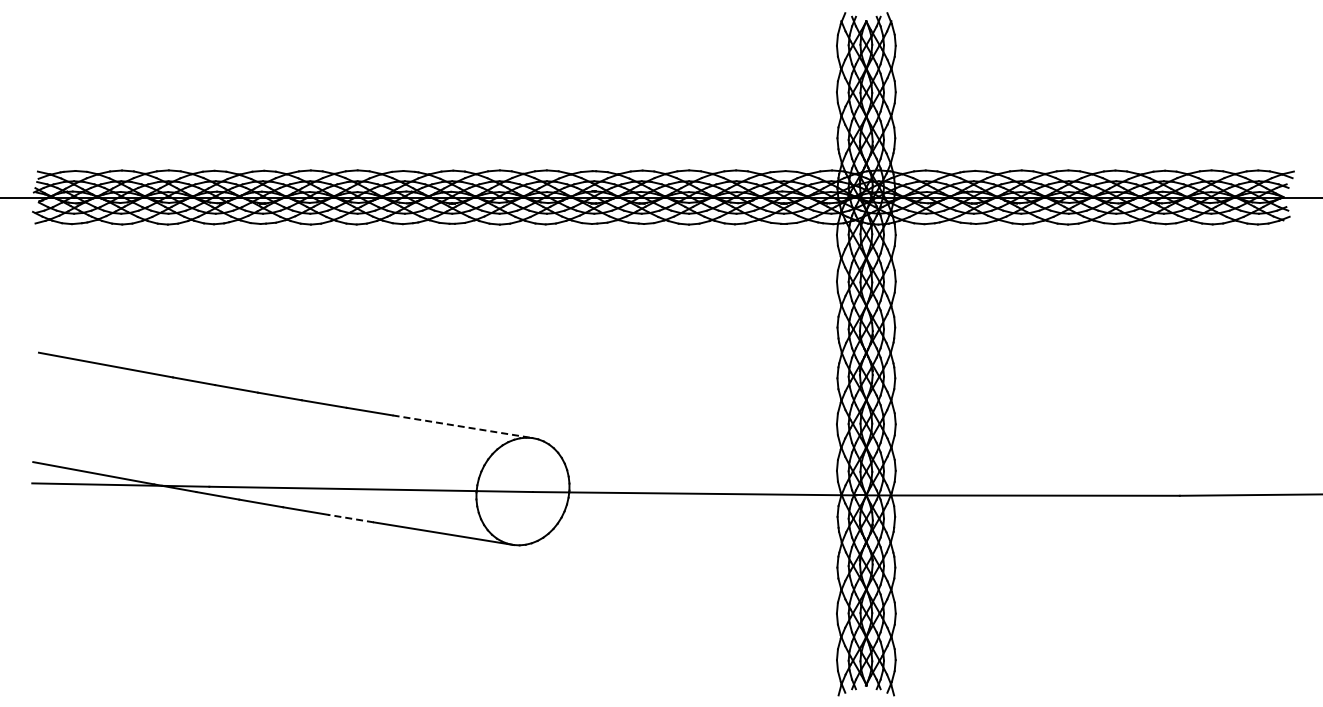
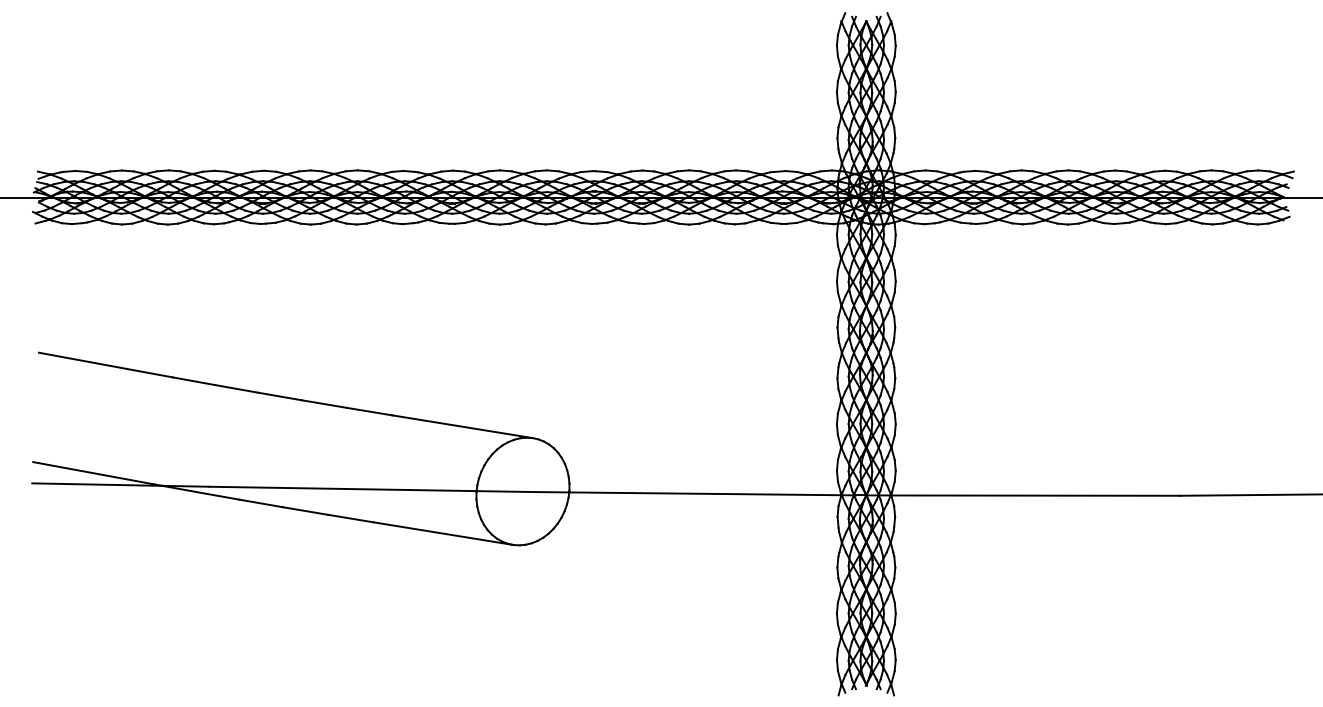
line at (462, 426): dashed -> solid
line at (350, 518): dashed -> solid
